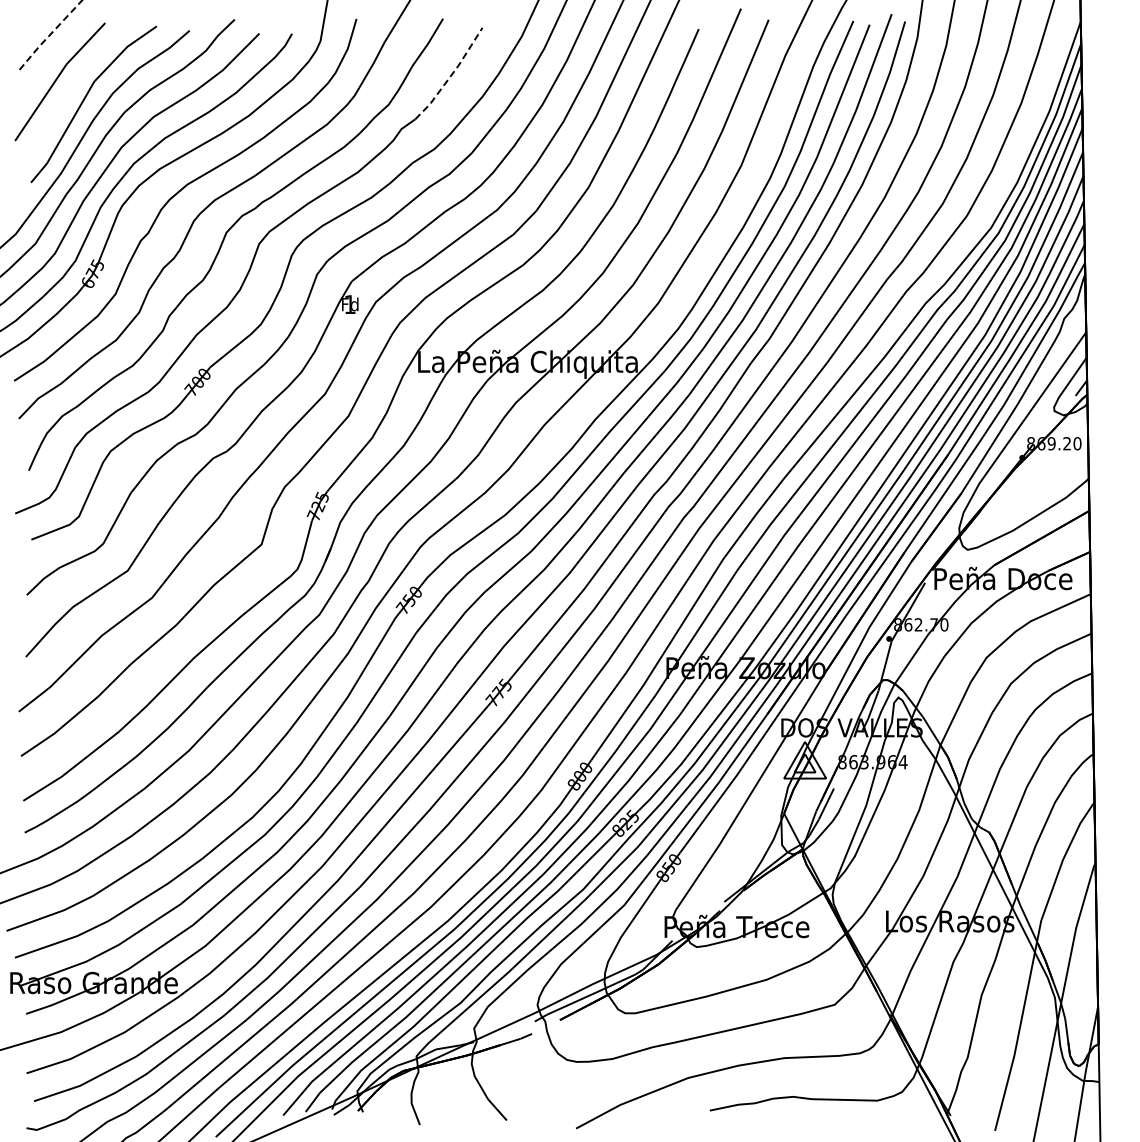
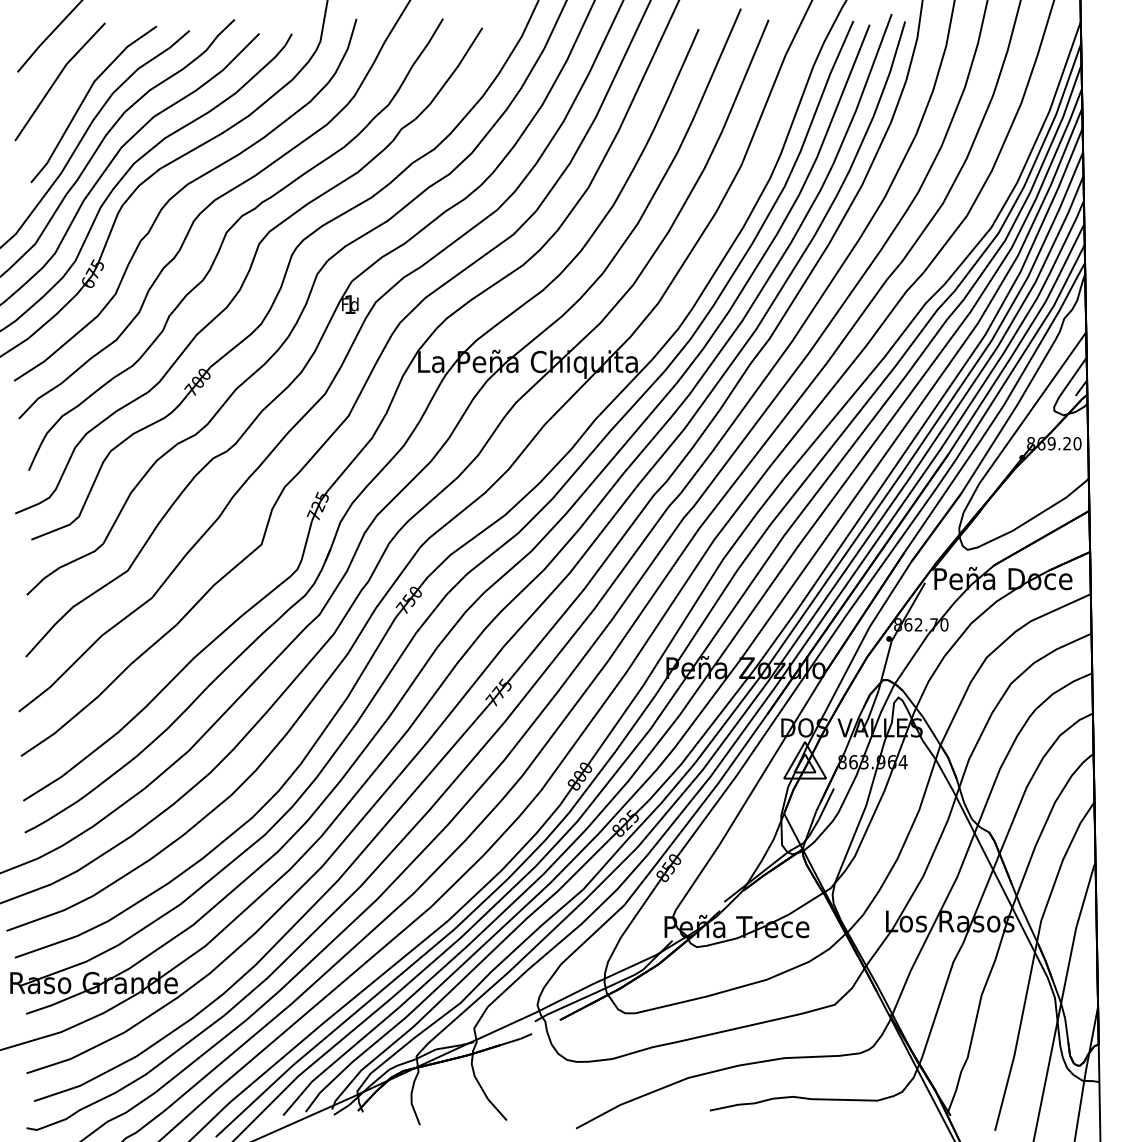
line at (48, 36): dashed -> solid
line at (451, 75): dashed -> solid
